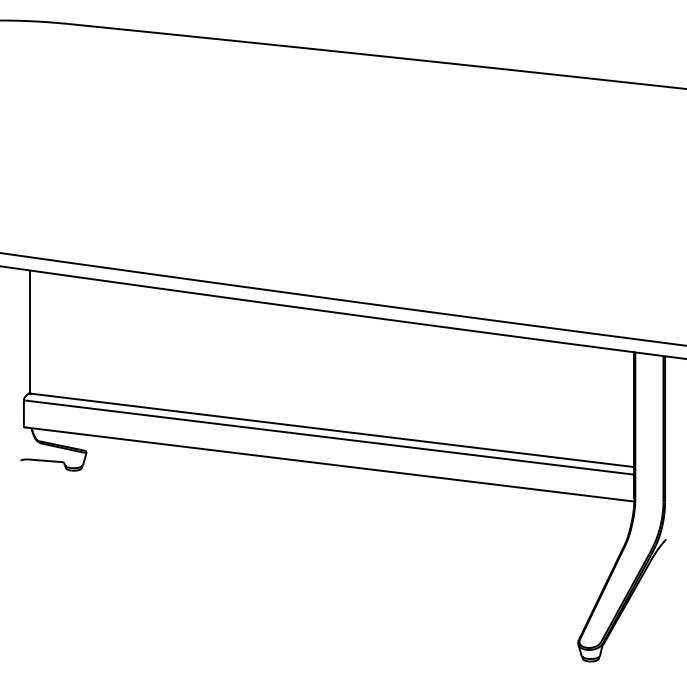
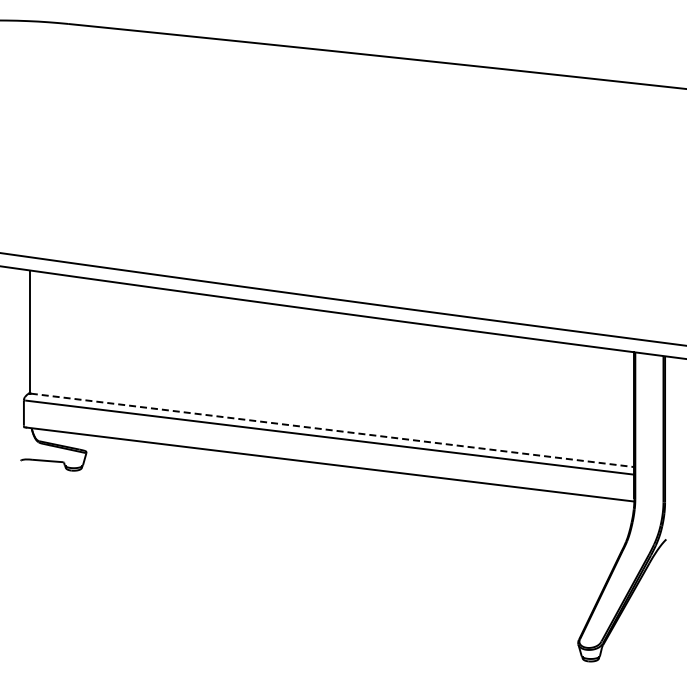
line at (333, 430): solid -> dashed
